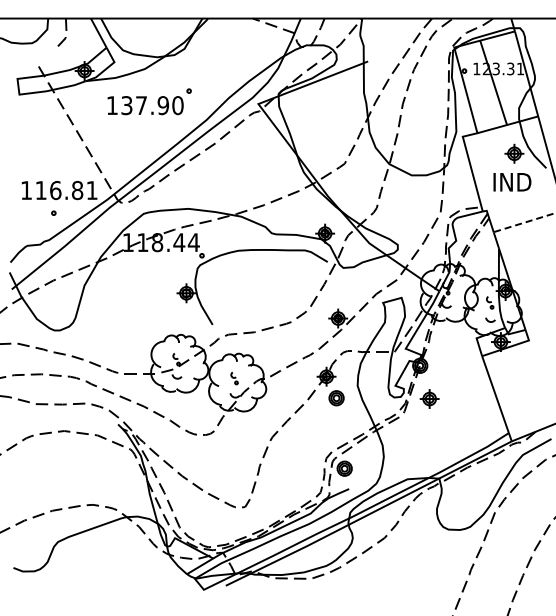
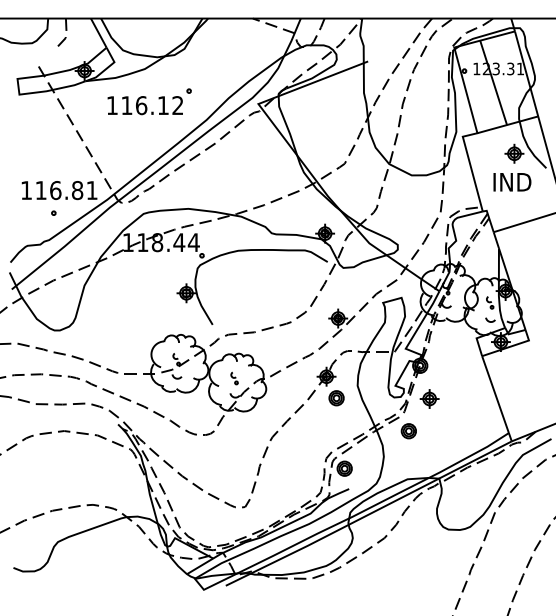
text at (152, 105): 137.90 -> 116.12
line at (524, 222): dashed -> solid
part at (408, 431): none -> present
